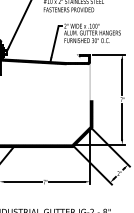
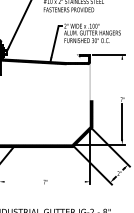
line at (122, 77): present -> none
line at (22, 181): present -> none
line at (66, 181): present -> none
